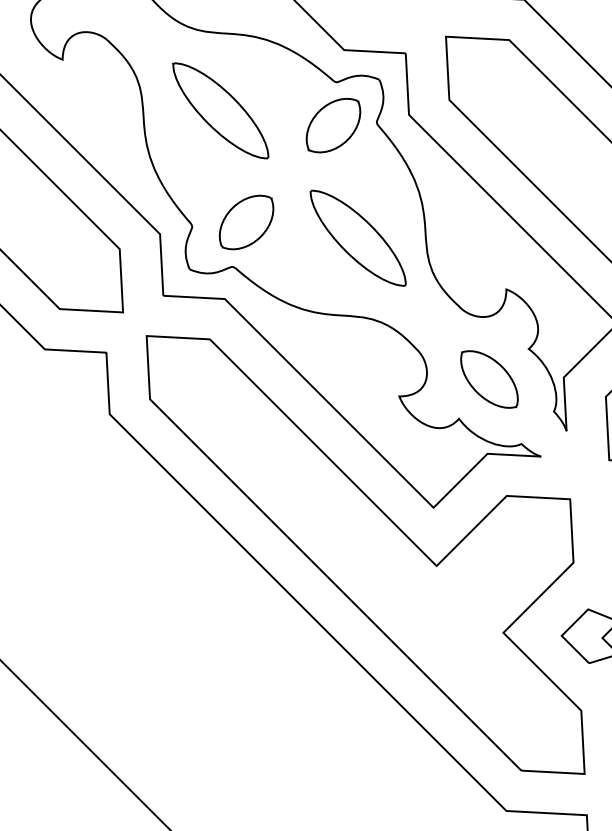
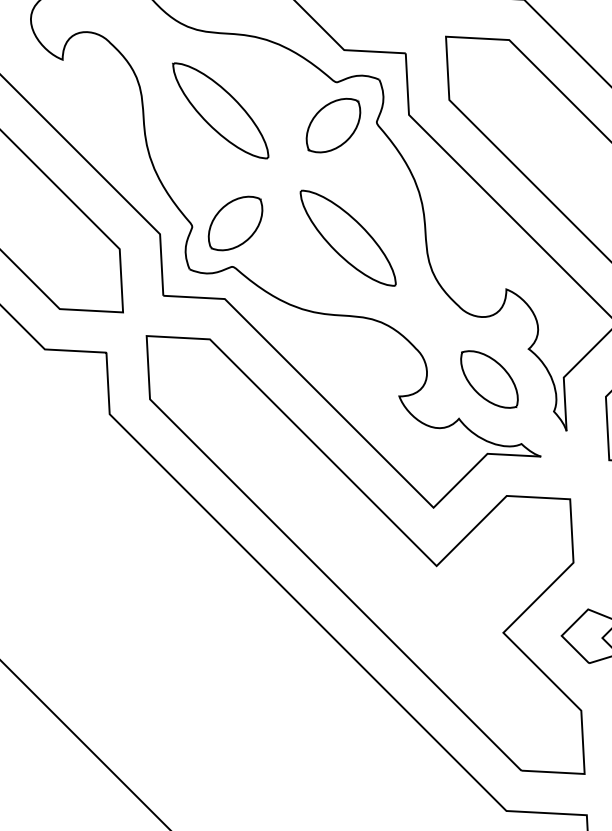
part at (246, 222) position: (246, 222) -> (235, 223)
part at (357, 237) position: (357, 237) -> (347, 237)
